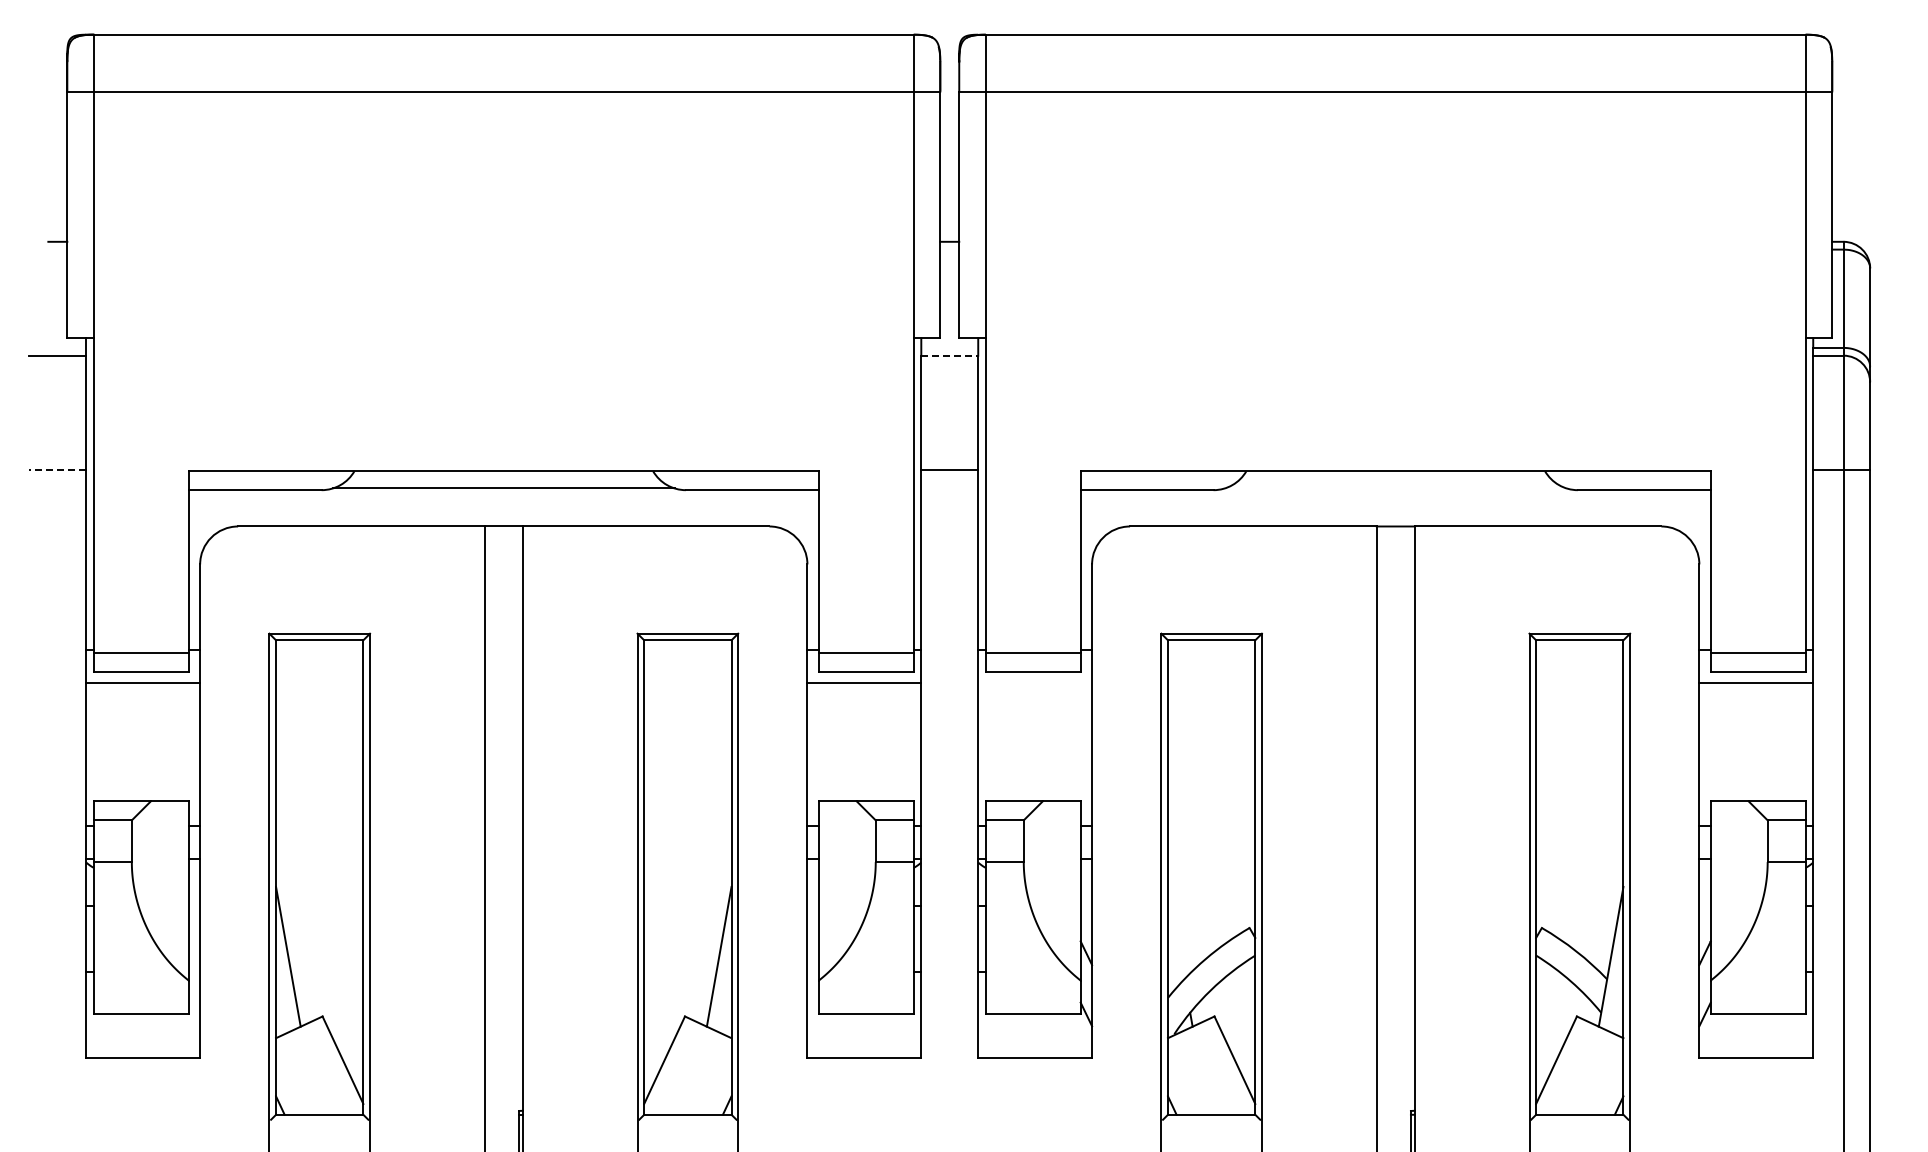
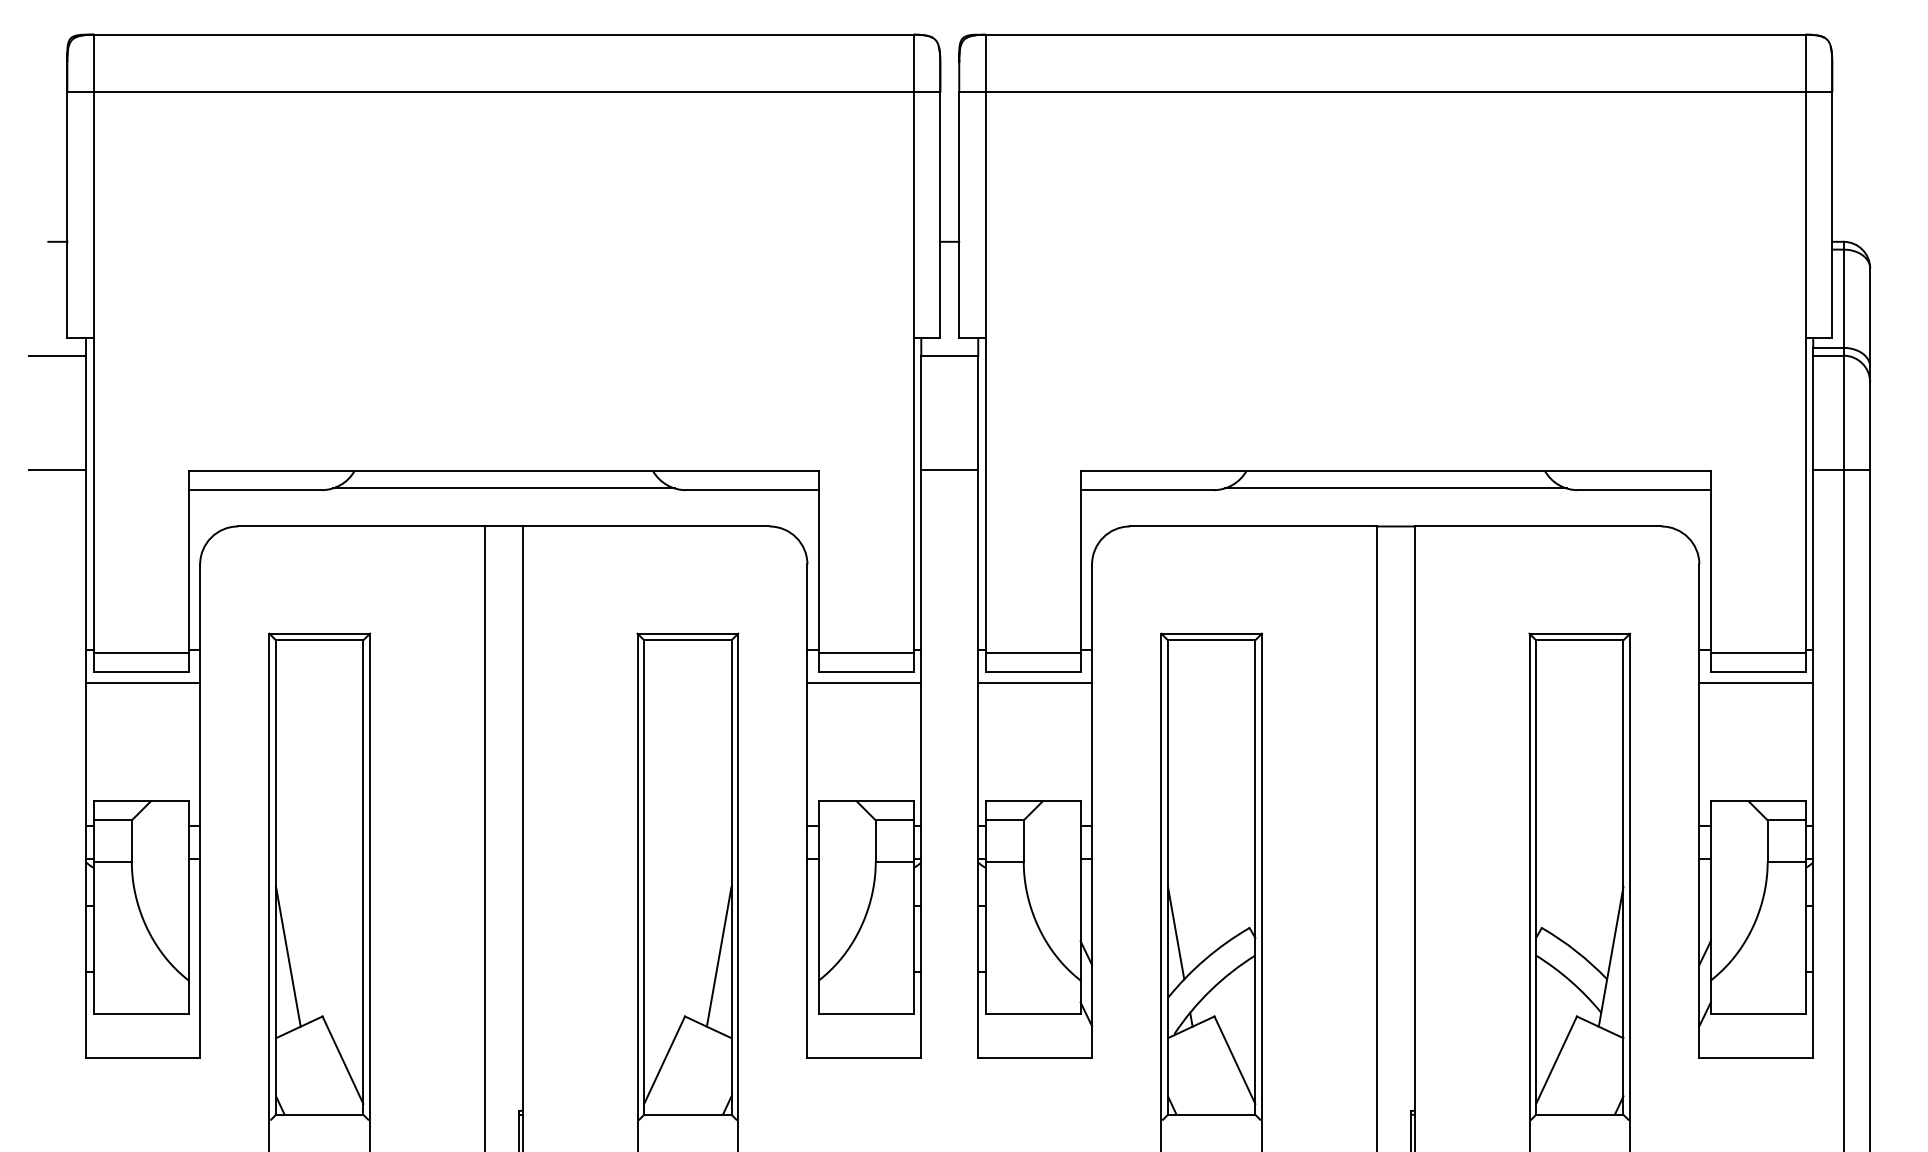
line at (950, 355): dashed -> solid
line at (57, 469): dashed -> solid
line at (1395, 488): none -> present
line at (1035, 682): none -> present
line at (1176, 932): none -> present
